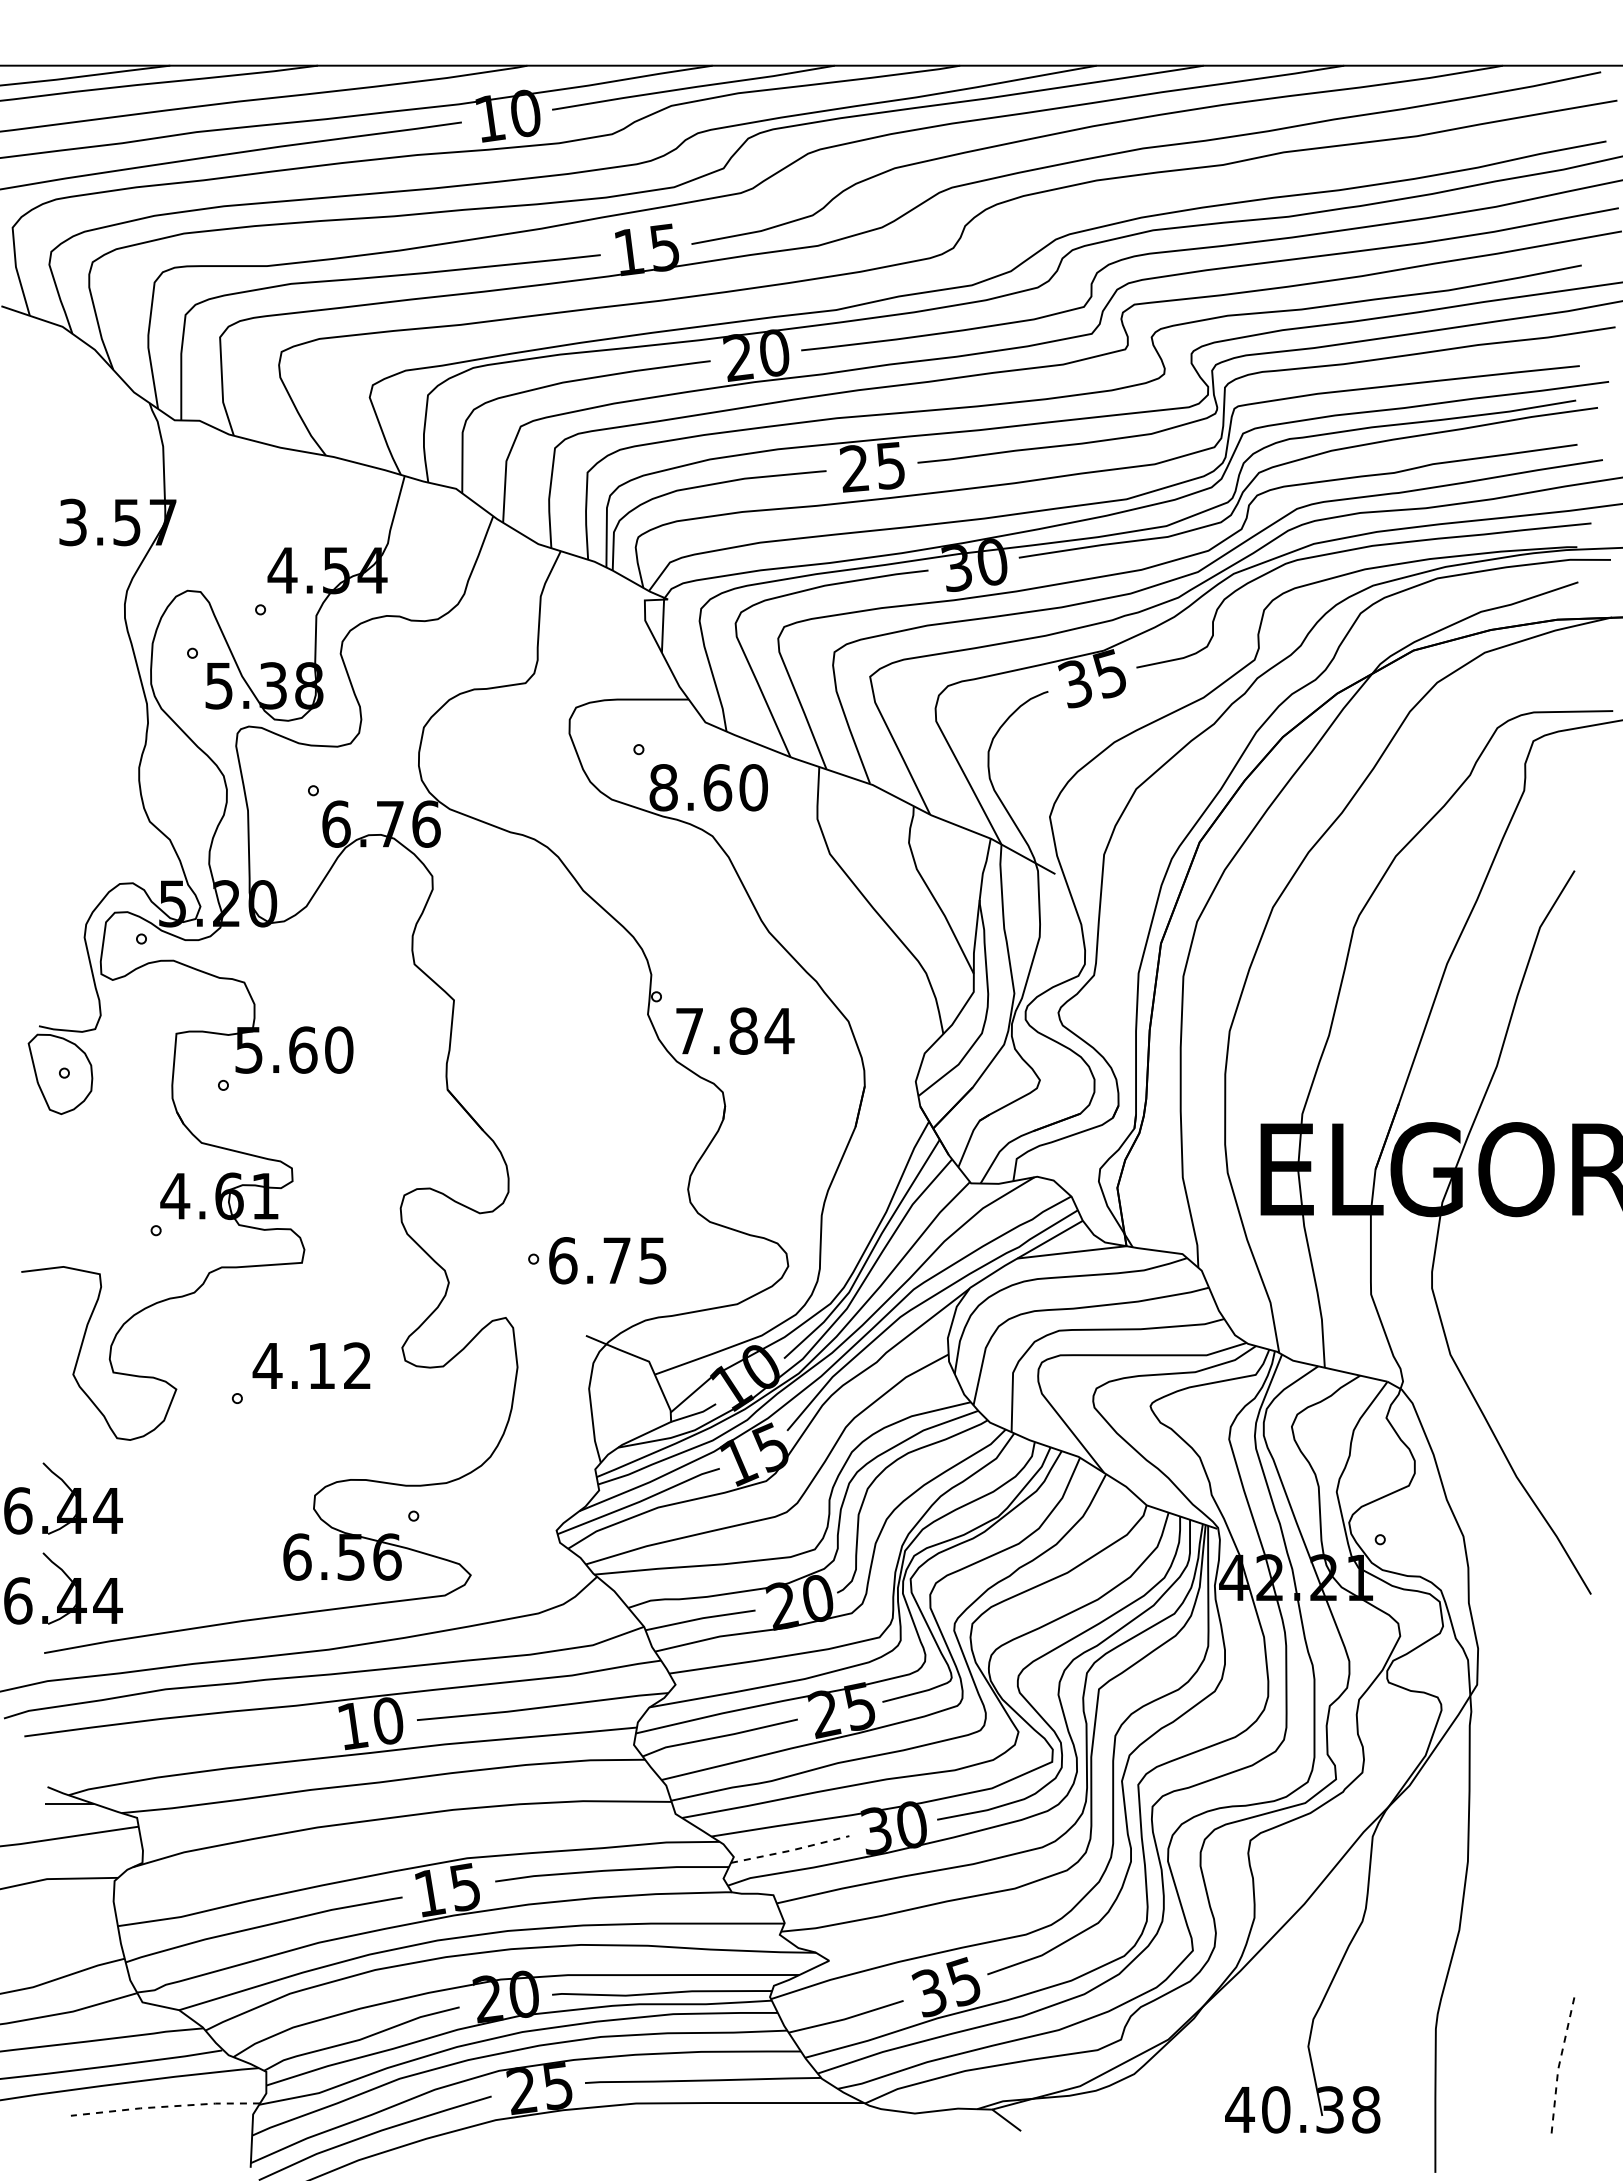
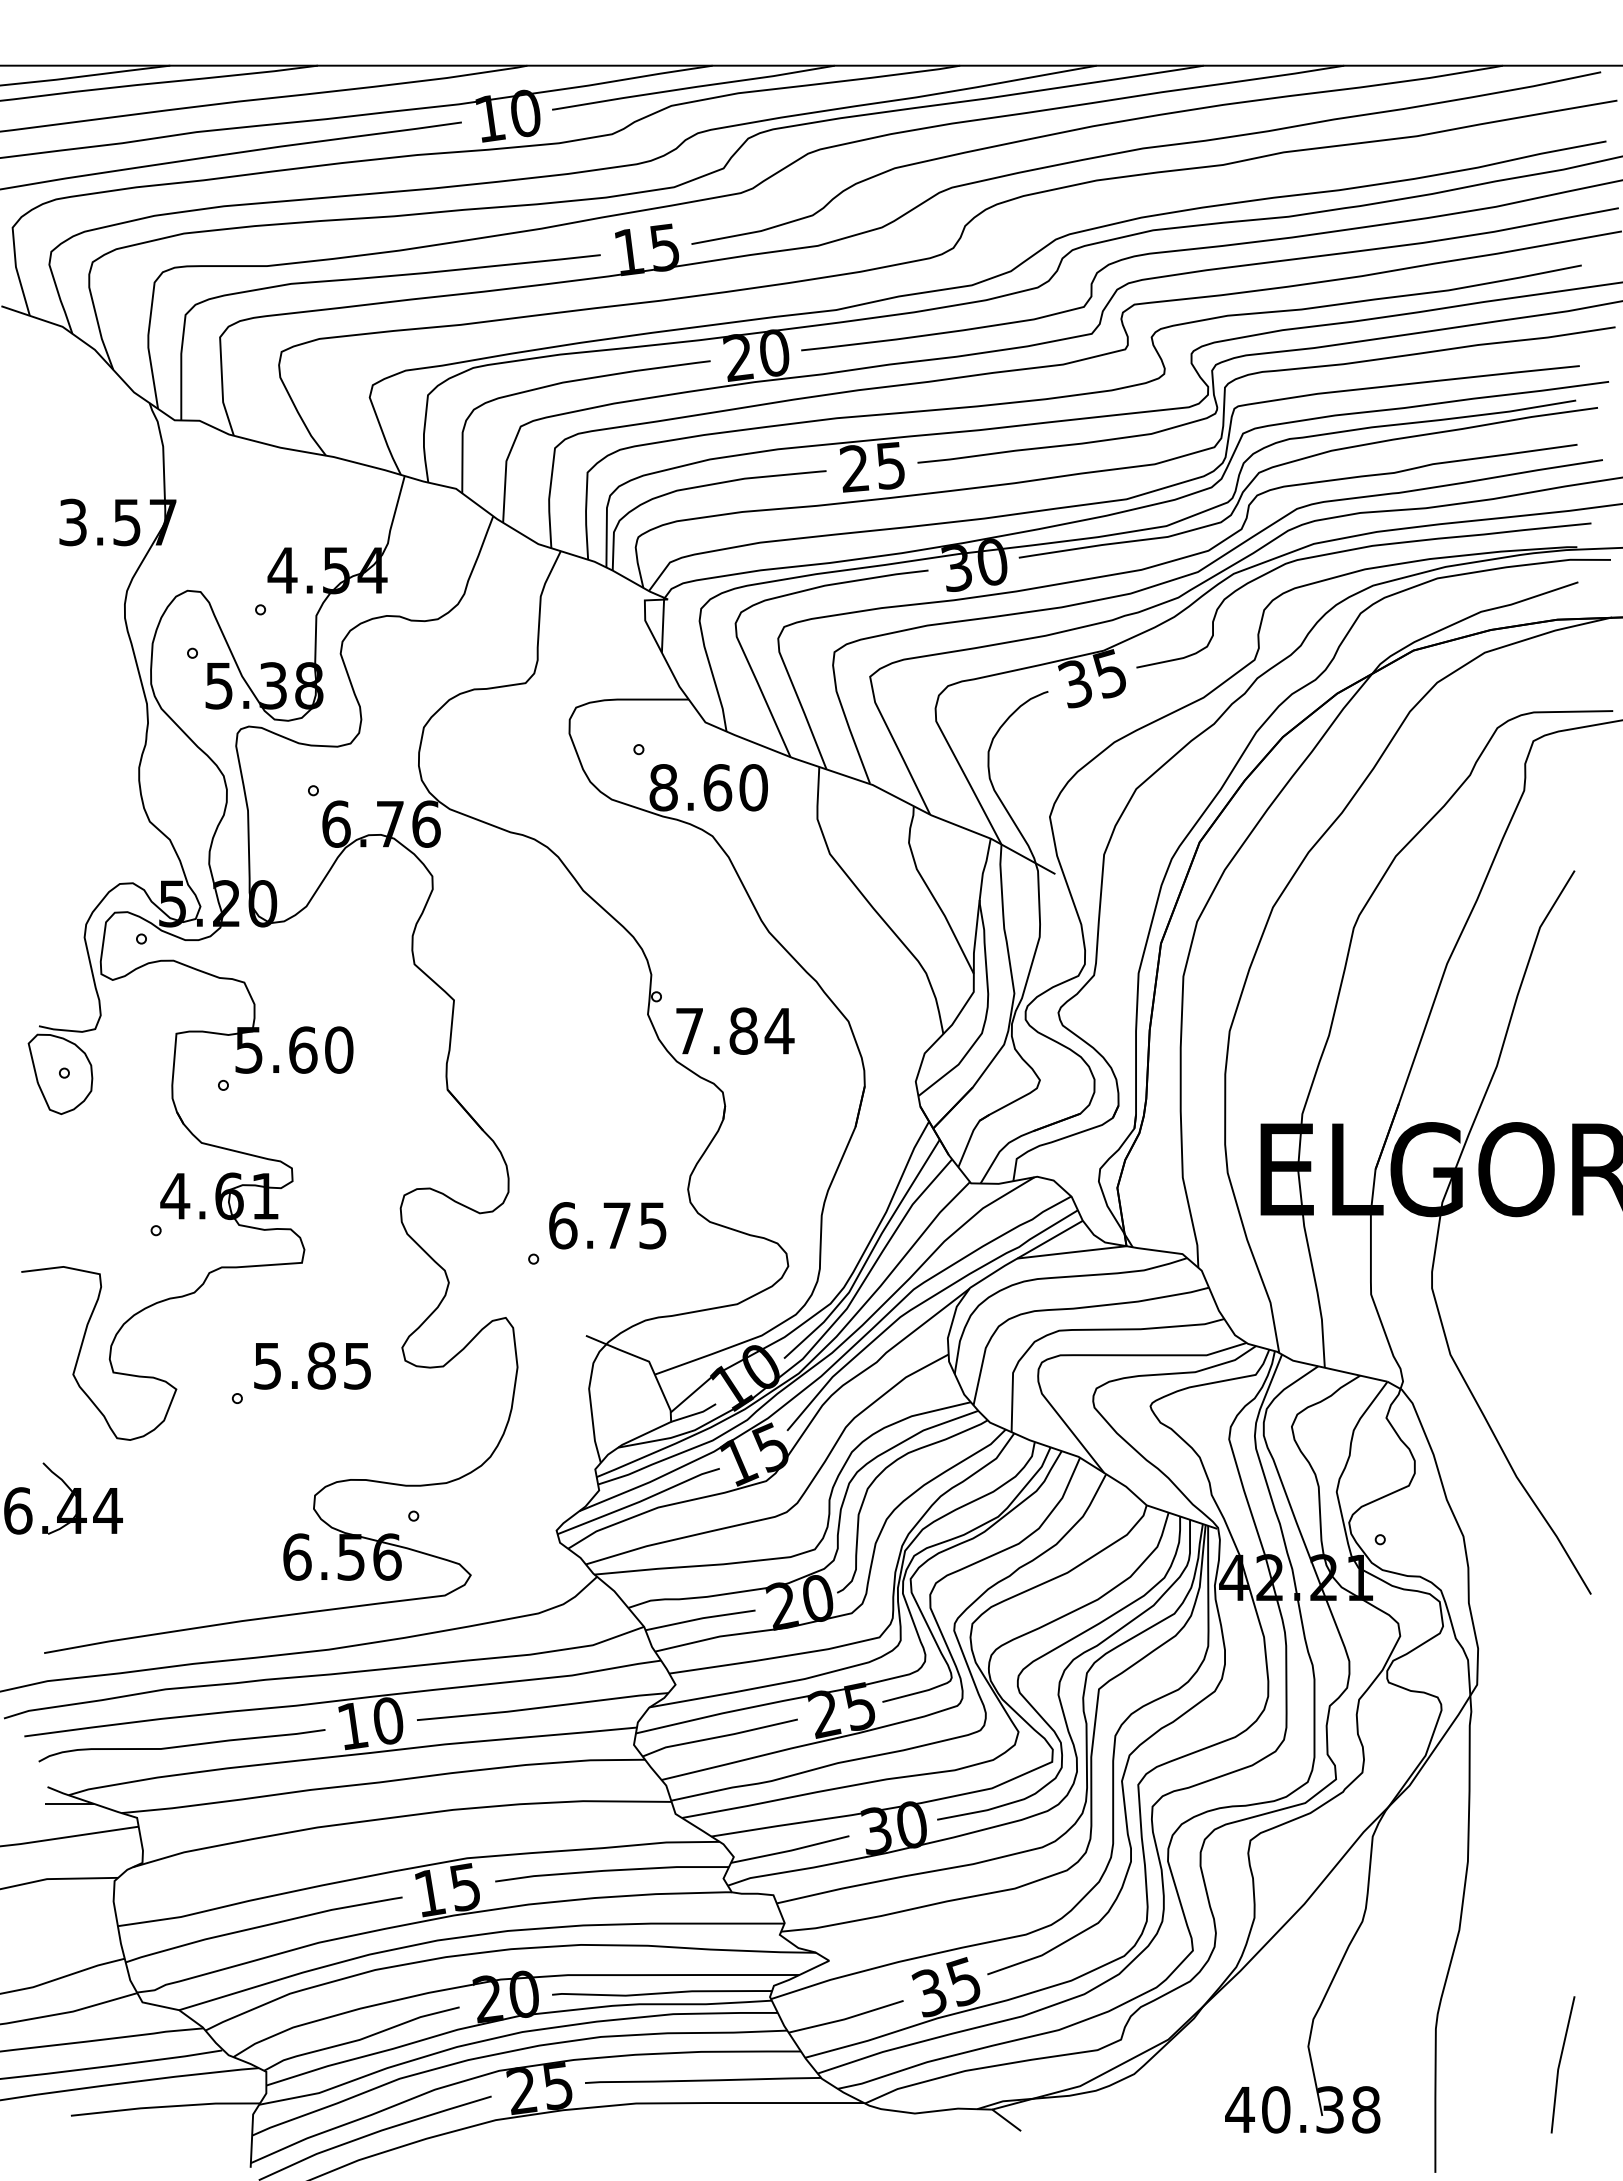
text at (607, 1260) position: (607, 1260) -> (607, 1225)
text at (311, 1365): 4.12 -> 5.85
part at (63, 1588): present -> none
curve at (181, 1745): none -> present
line at (791, 1850): dashed -> solid
line at (1559, 2064): dashed -> solid
line at (165, 2106): dashed -> solid
